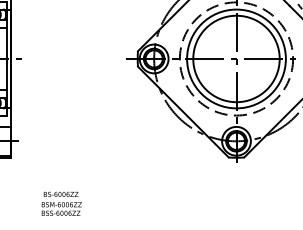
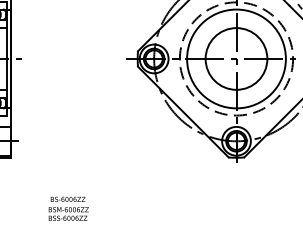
circle at (236, 58) diameter: 86 px -> 62 px
text at (61, 203) position: (61, 203) -> (68, 208)
